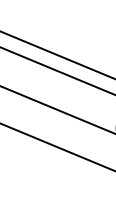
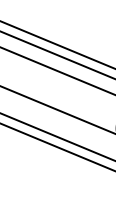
line at (57, 44): none -> present
line at (57, 136): none -> present
